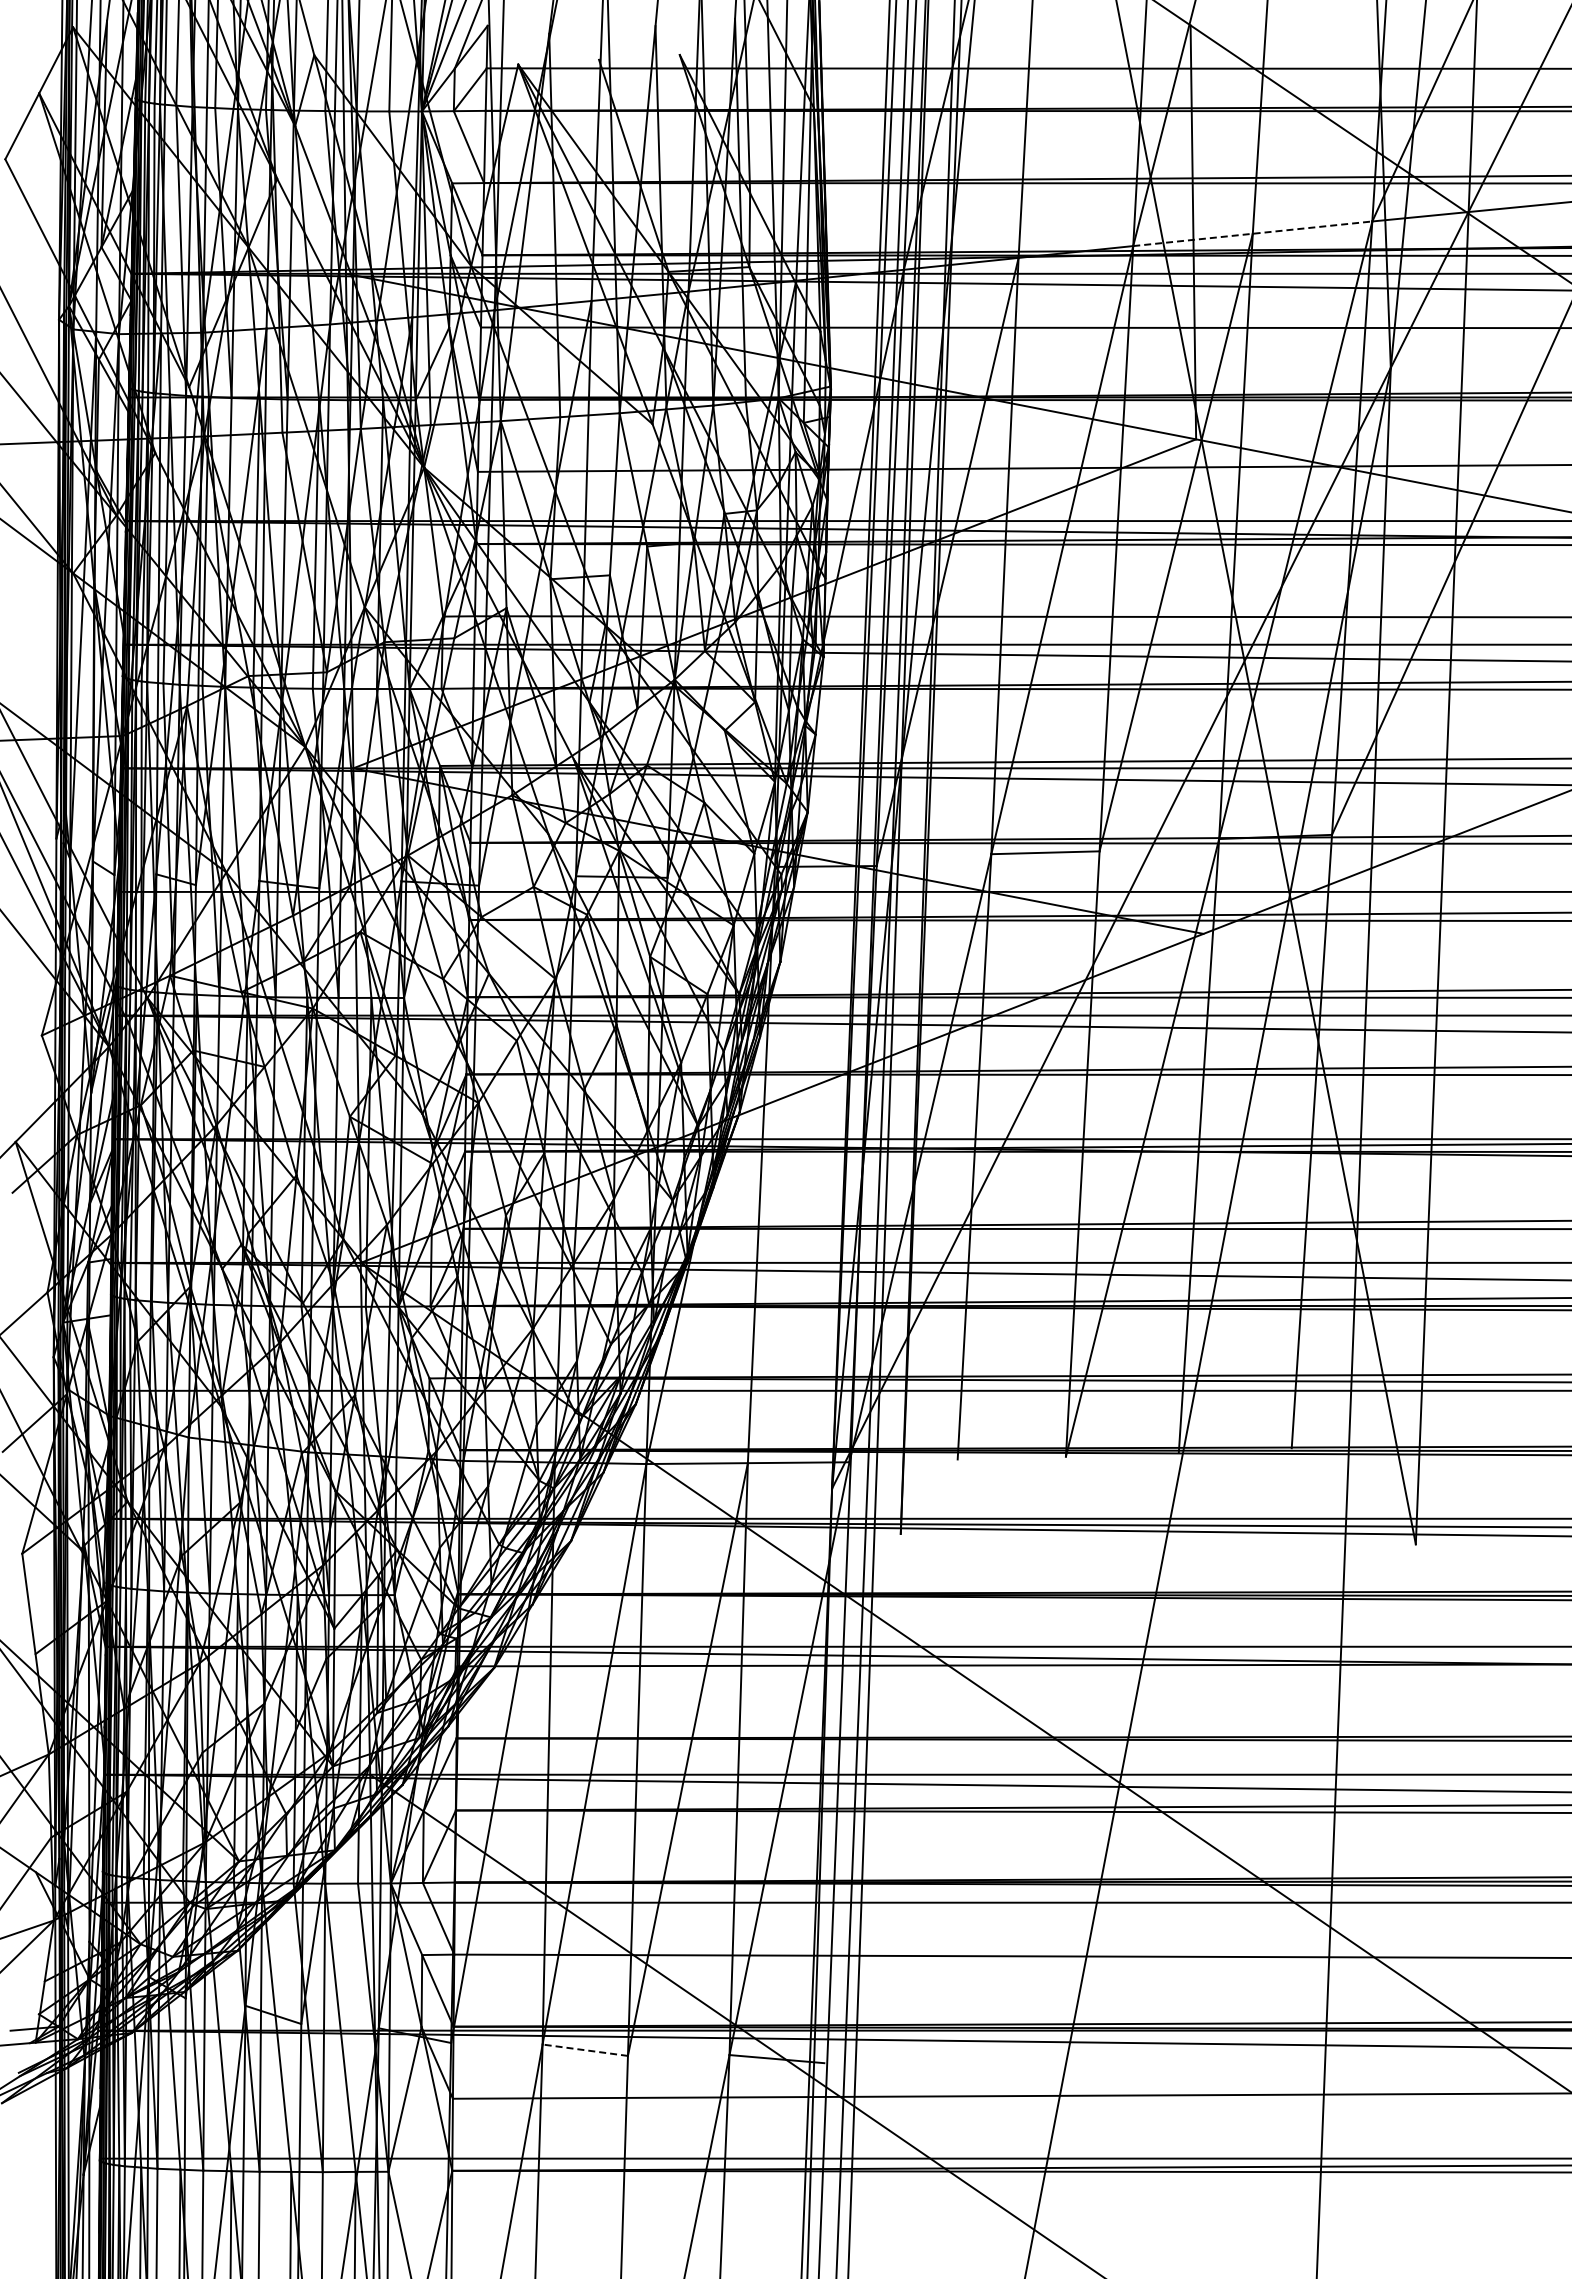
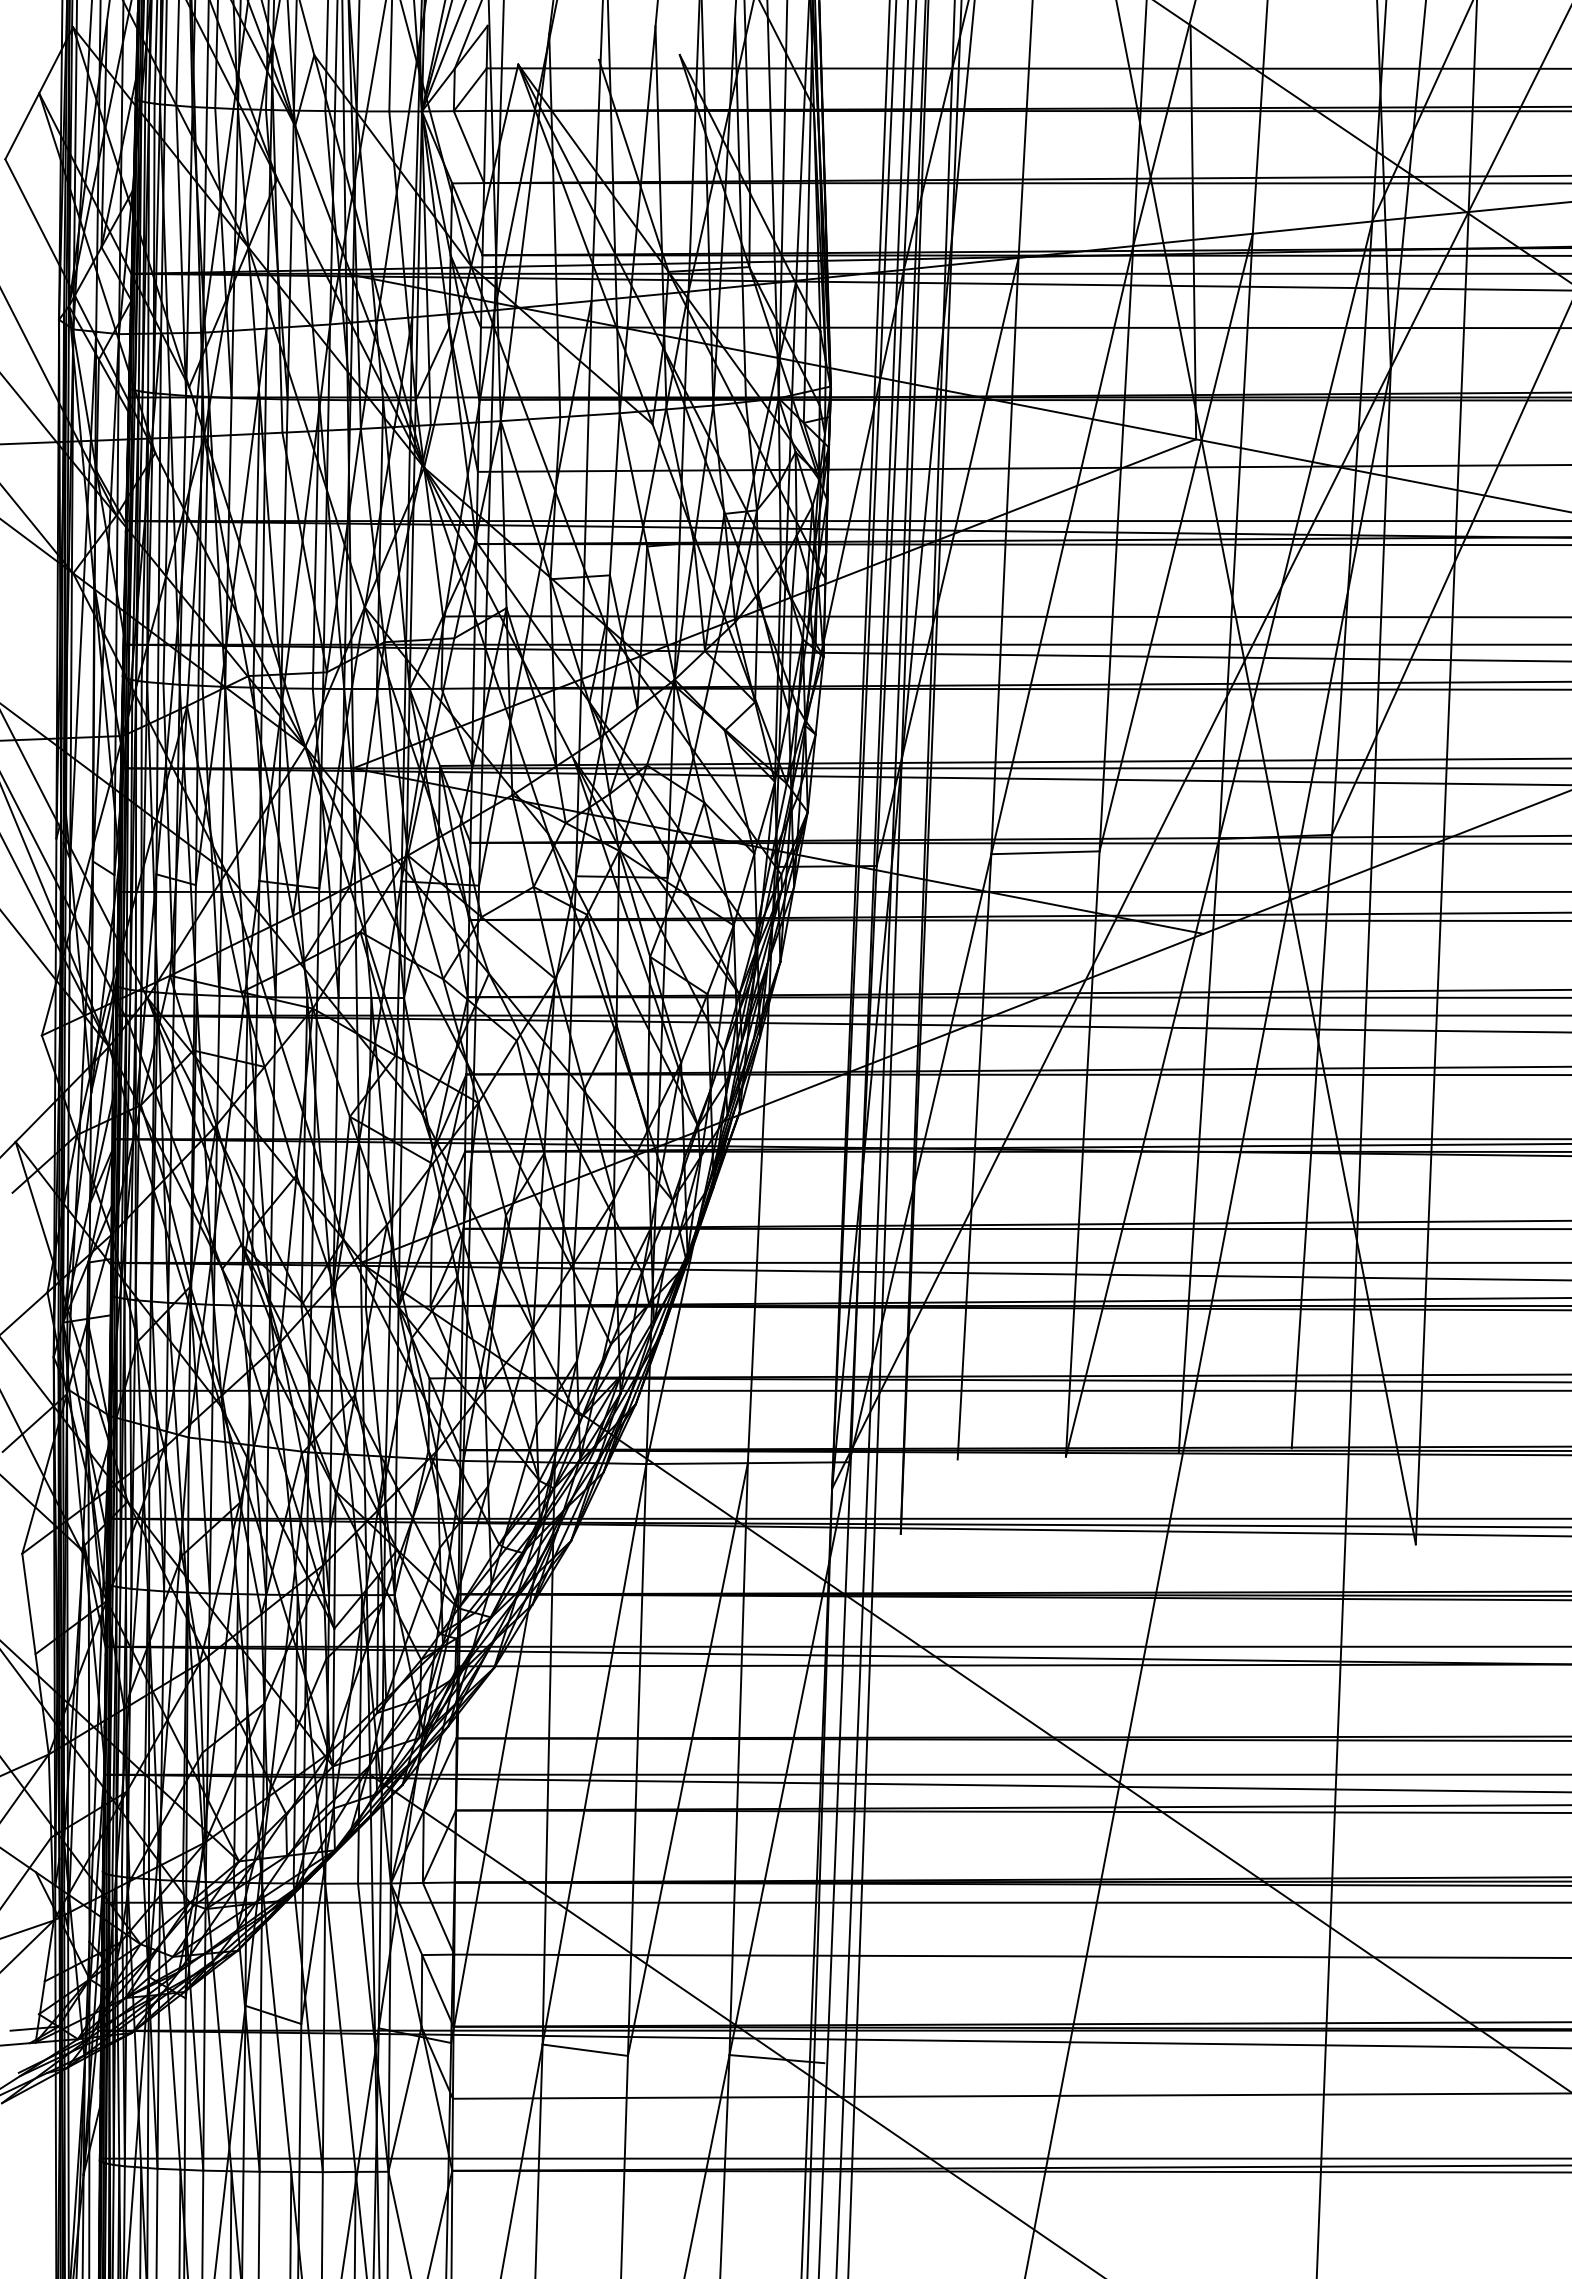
line at (1253, 233): dashed -> solid
line at (584, 2050): dashed -> solid
